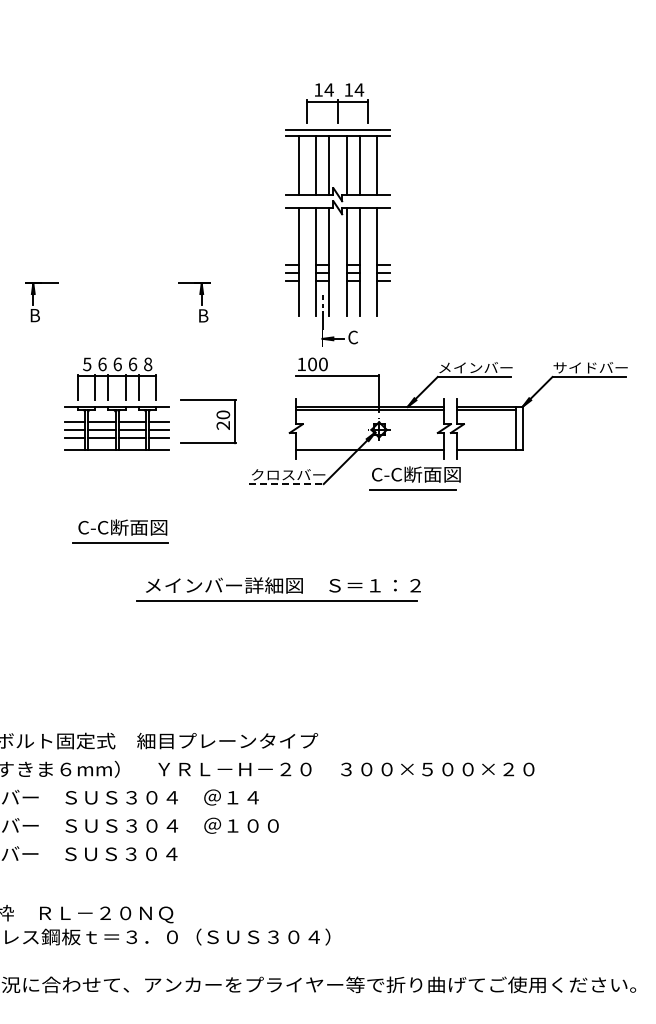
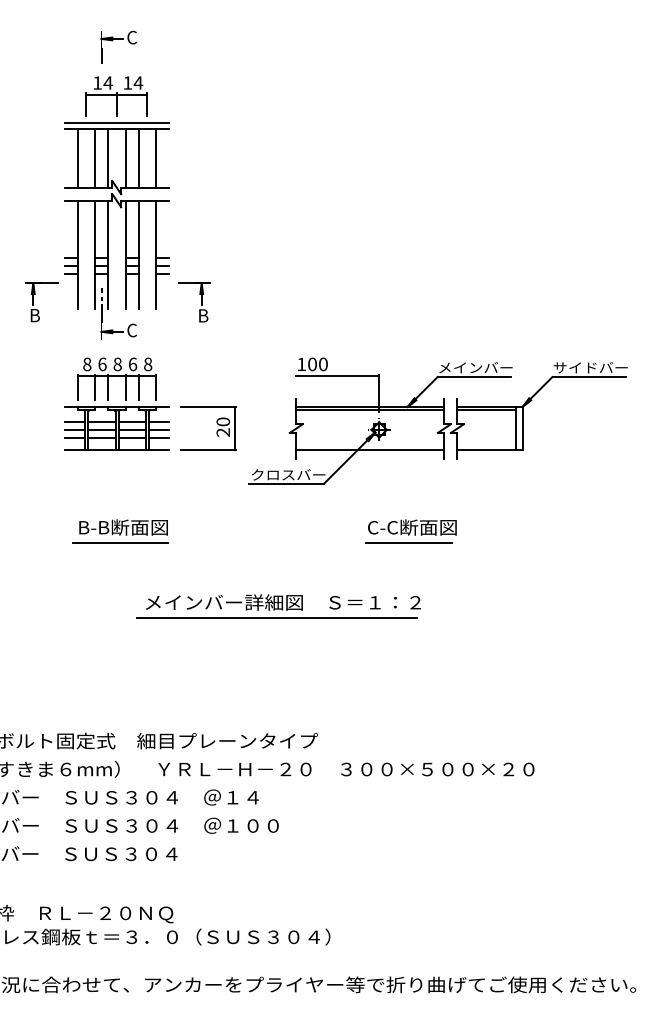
part at (118, 39): none -> present
part at (337, 214) position: (337, 214) -> (116, 207)
text at (87, 364): 5 -> 8
text at (117, 364): 6 -> 8
part at (216, 424) position: (216, 424) -> (216, 431)
part at (414, 478) position: (414, 478) -> (410, 531)
line at (287, 484): dashed -> solid
text at (122, 527): C-C断面図 -> B-B断面図
part at (278, 589) position: (278, 589) -> (278, 606)
